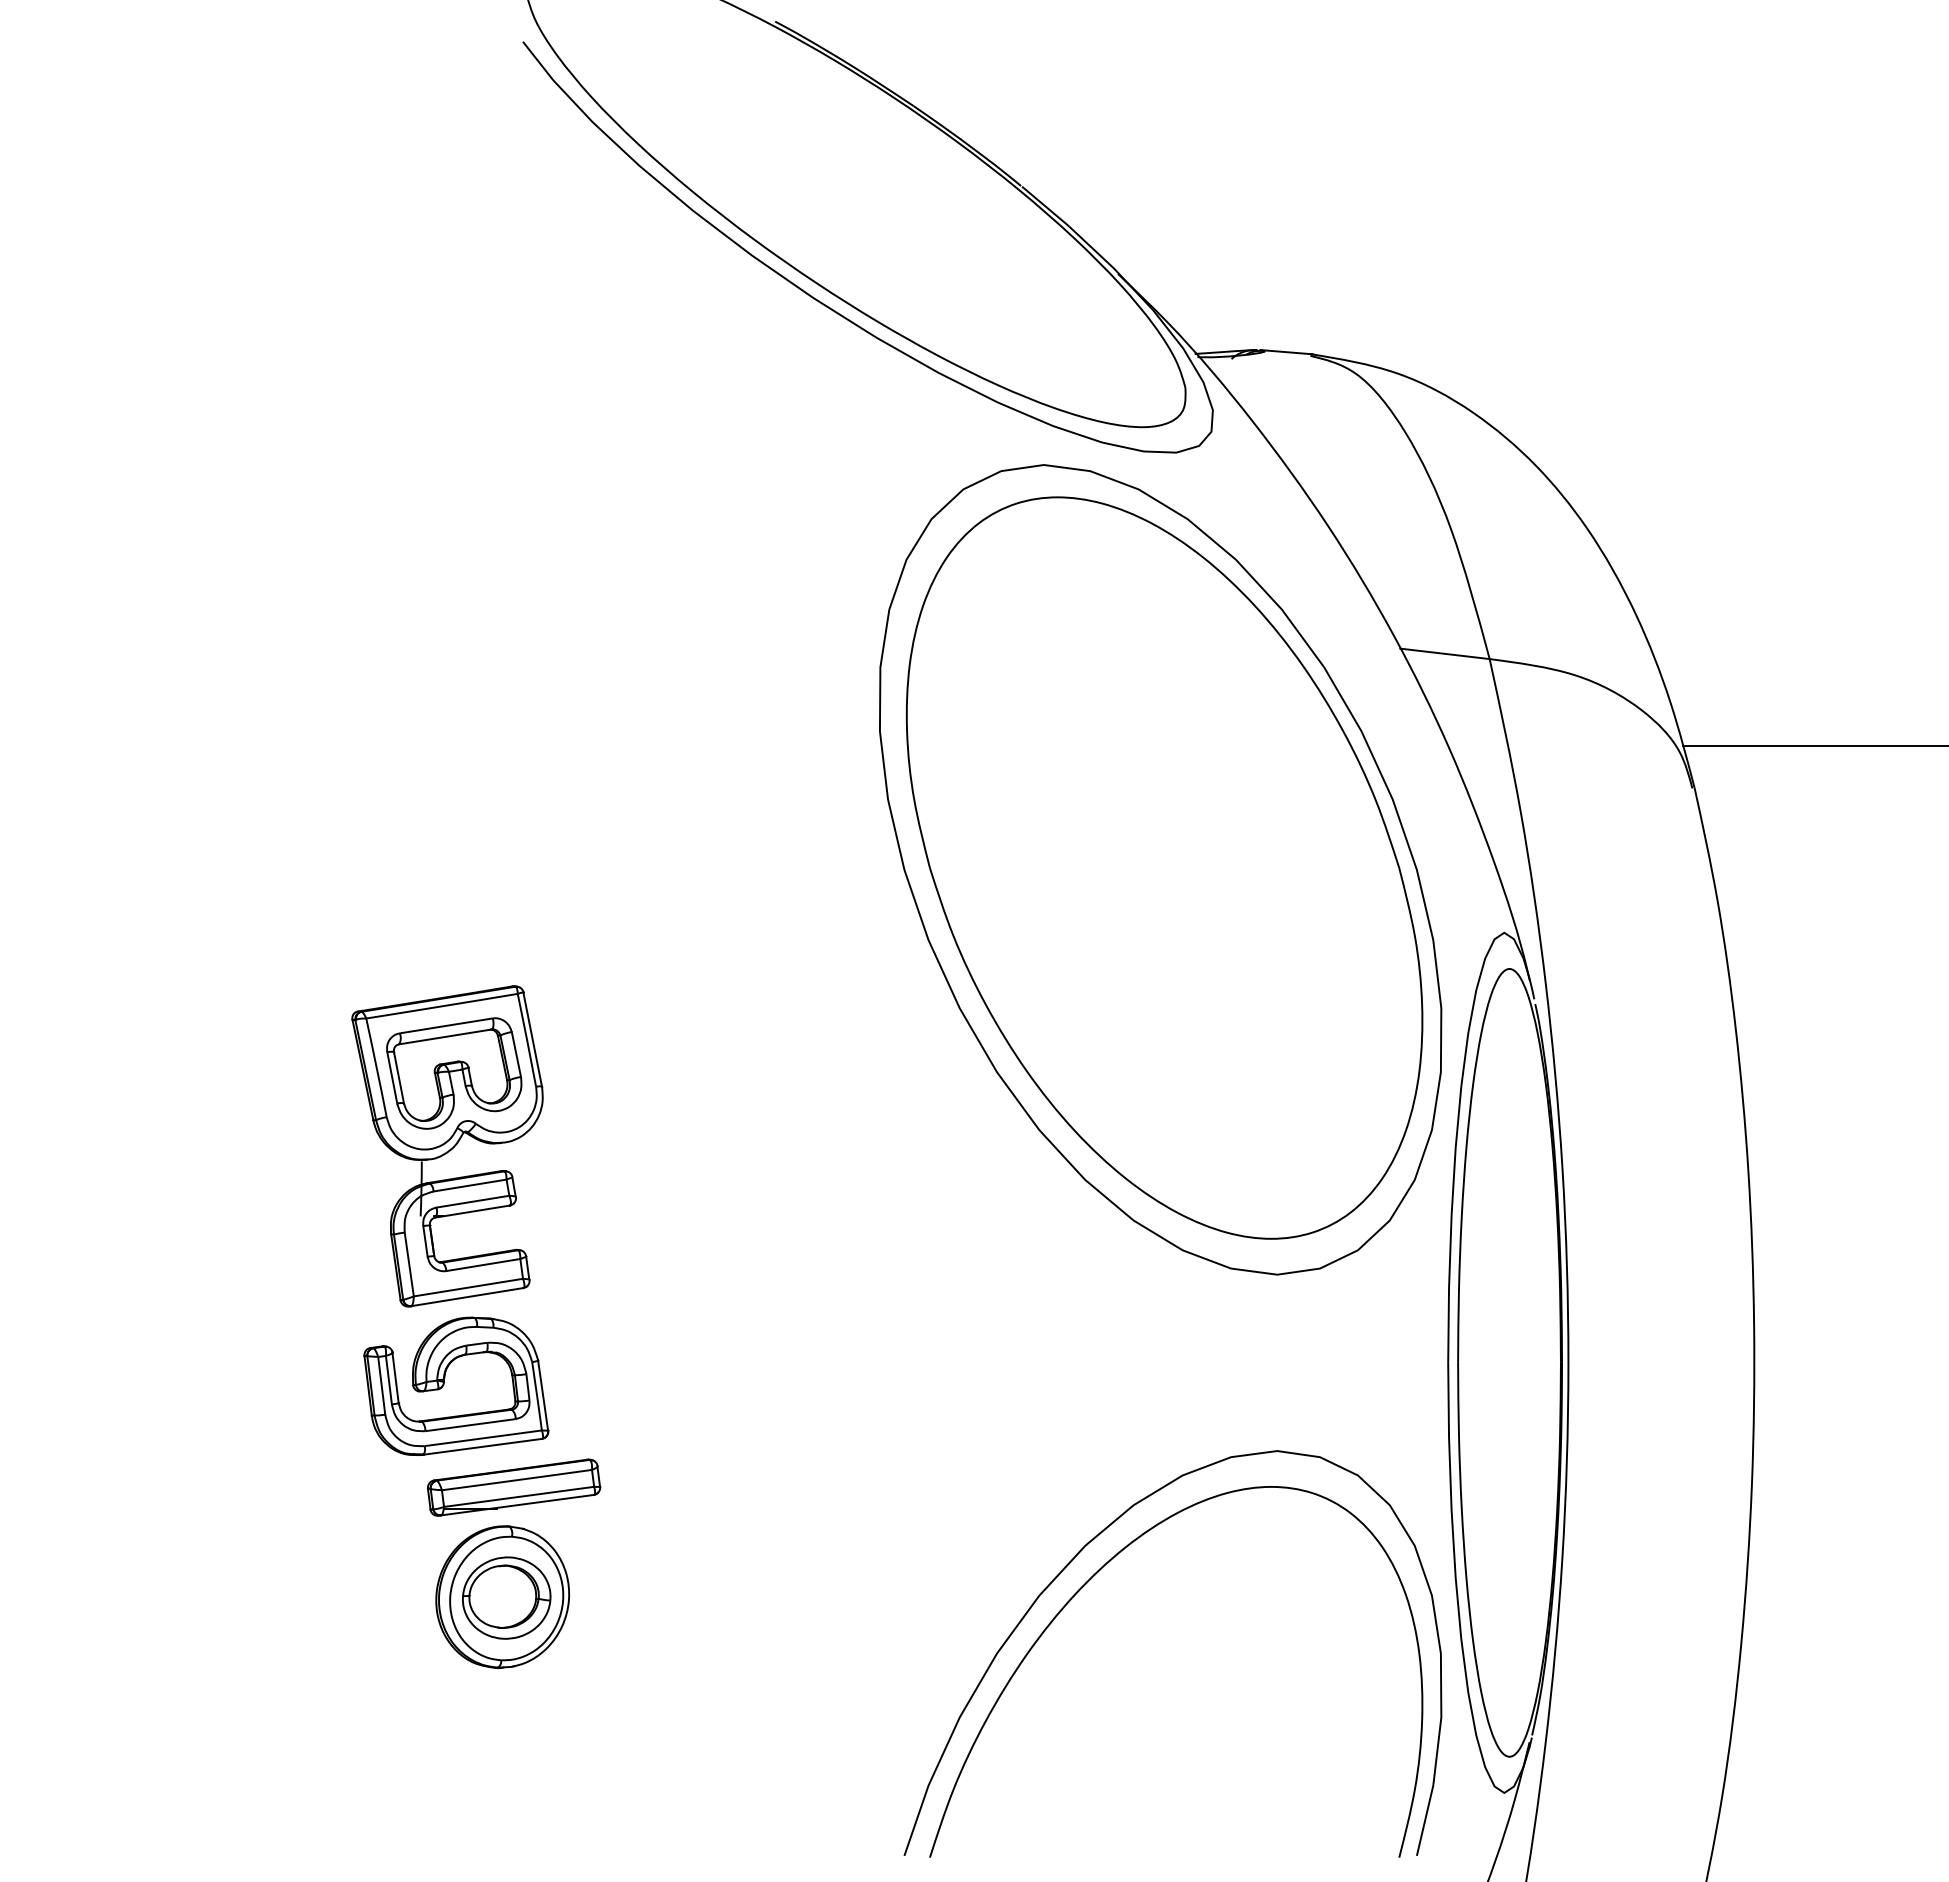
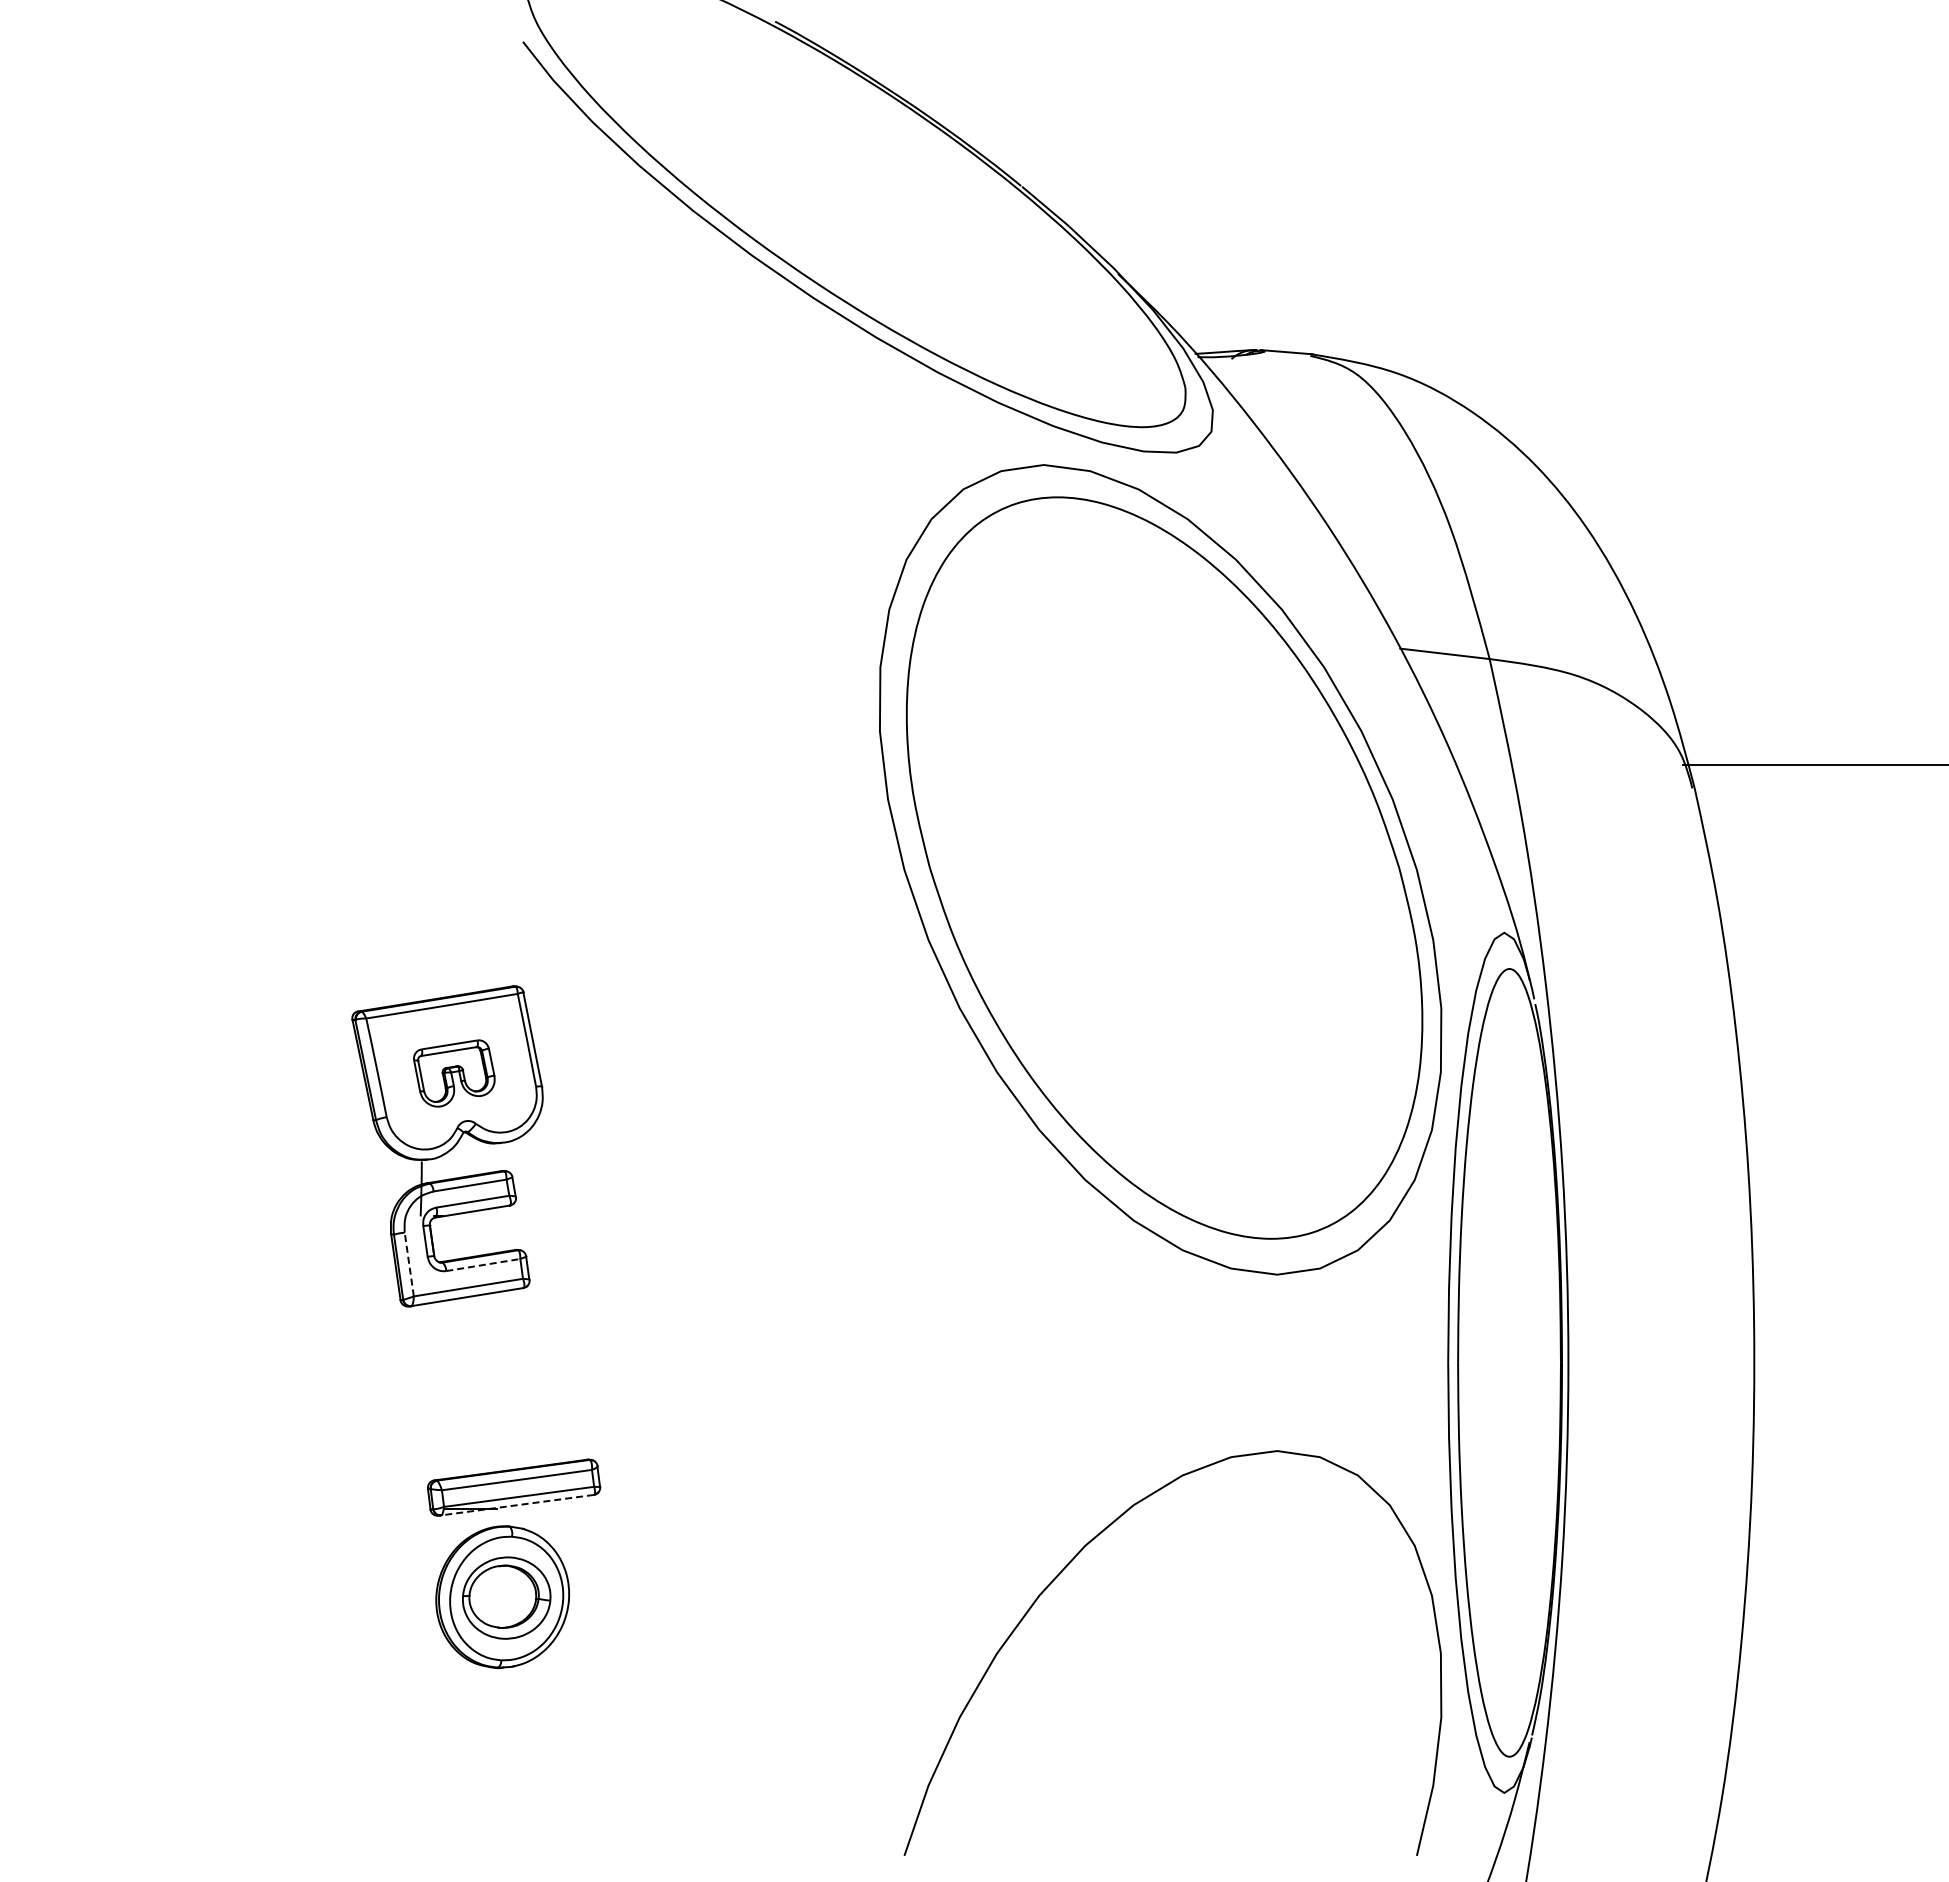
line at (1813, 745) position: (1813, 745) -> (1813, 764)
part at (454, 1073) size: 137x113 px -> 83x69 px
line at (409, 1264): solid -> dashed
line at (483, 1265): solid -> dashed
part at (444, 1384): present -> none
line at (517, 1505): solid -> dashed
curve at (1088, 1582): present -> none
